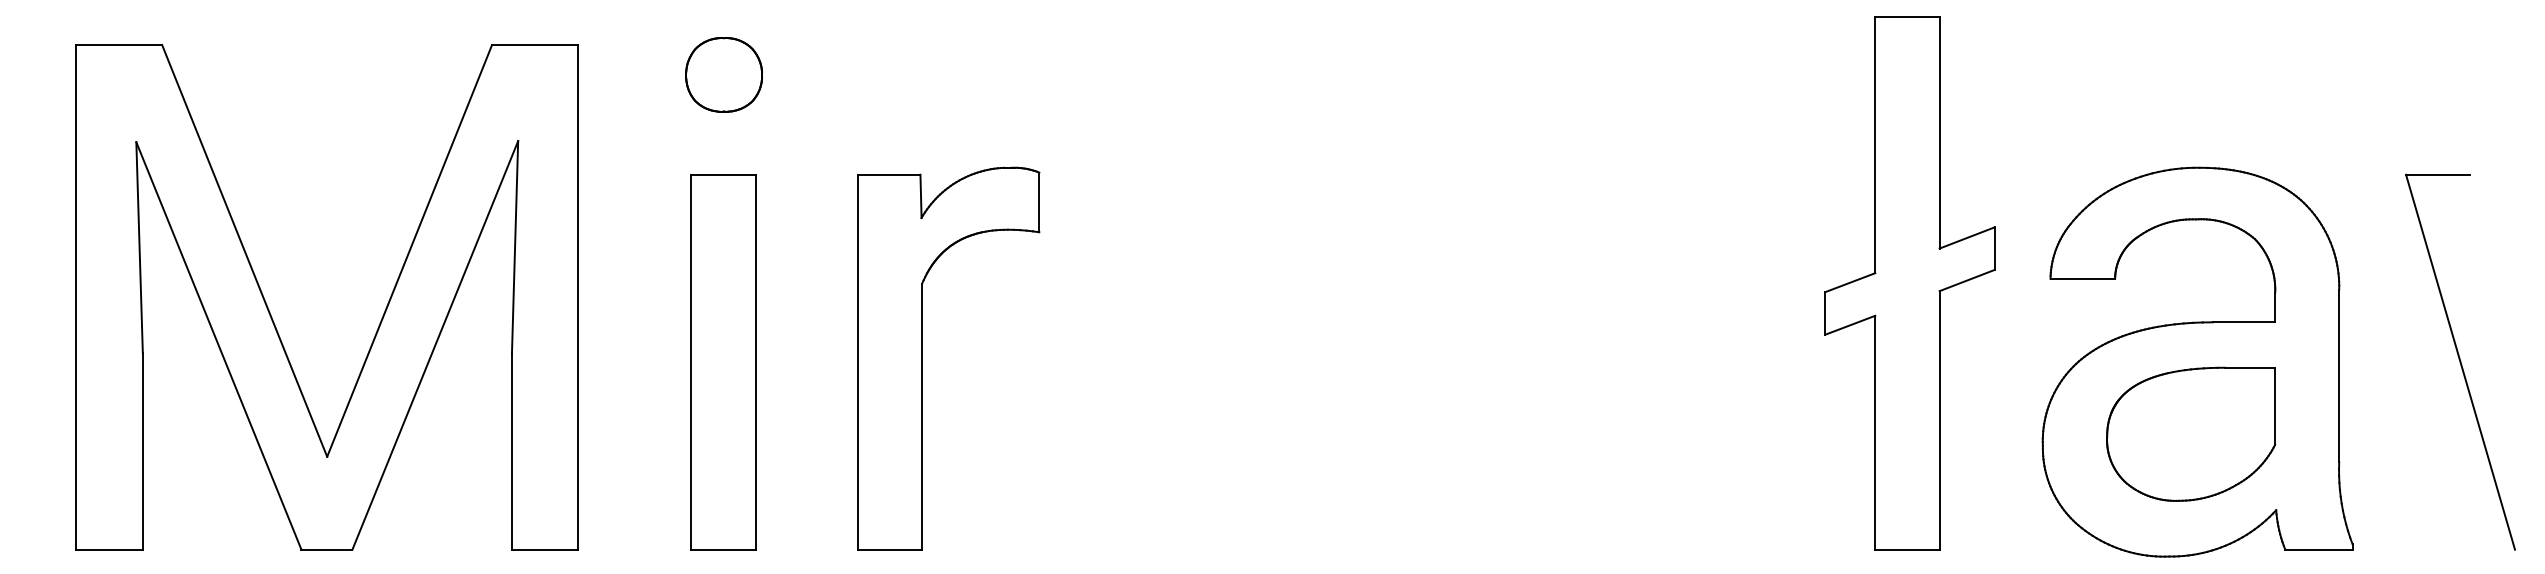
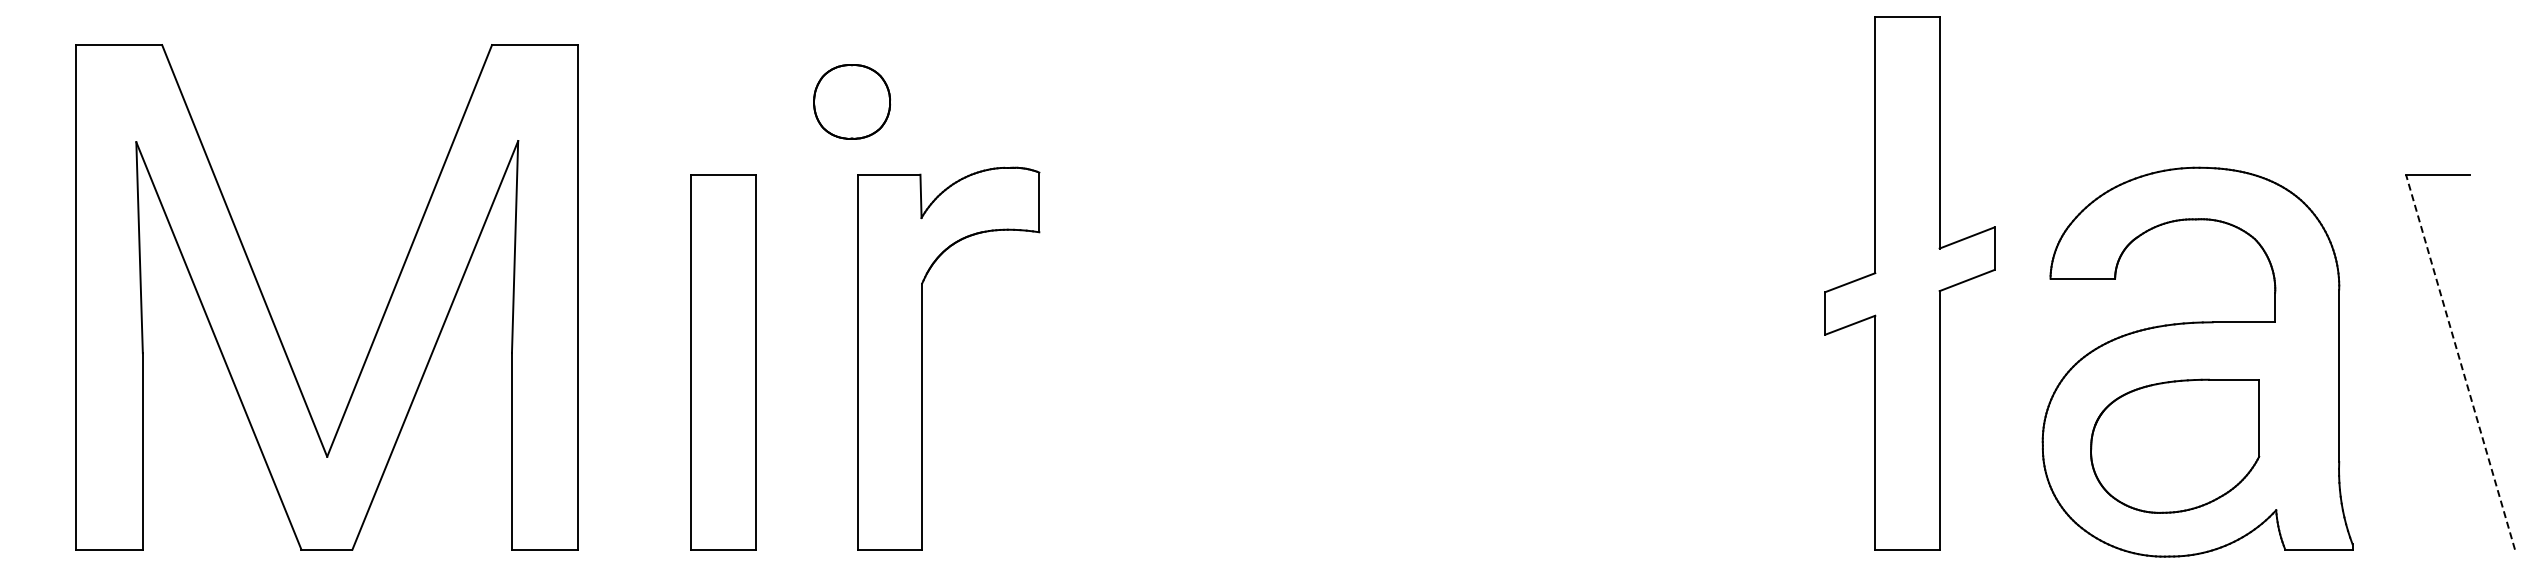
part at (723, 74) position: (723, 74) -> (851, 101)
line at (2460, 361): solid -> dashed
part at (2191, 433) position: (2191, 433) -> (2175, 445)
